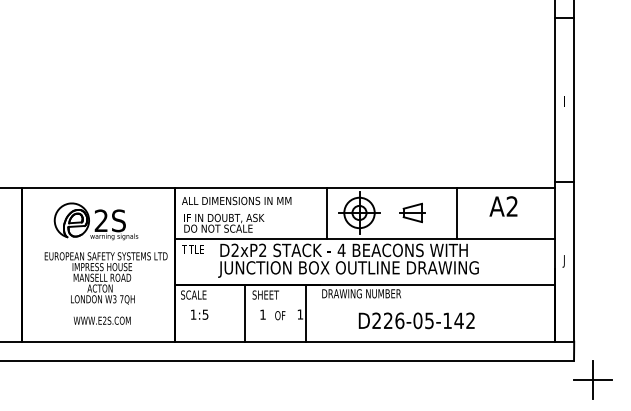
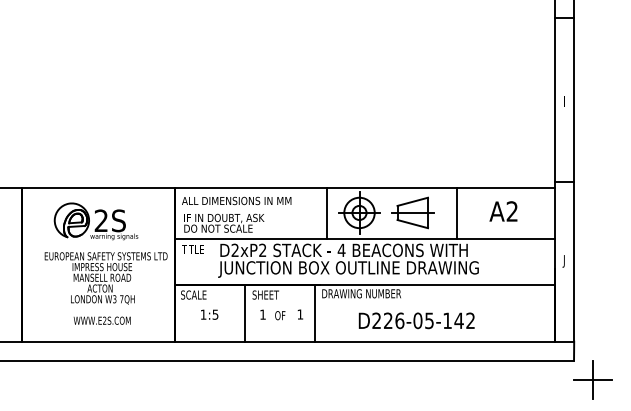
text at (503, 206) position: (503, 206) -> (503, 211)
part at (412, 212) size: 27x22 px -> 44x34 px
line at (306, 312) position: (306, 312) -> (315, 312)
text at (199, 314) position: (199, 314) -> (209, 314)
